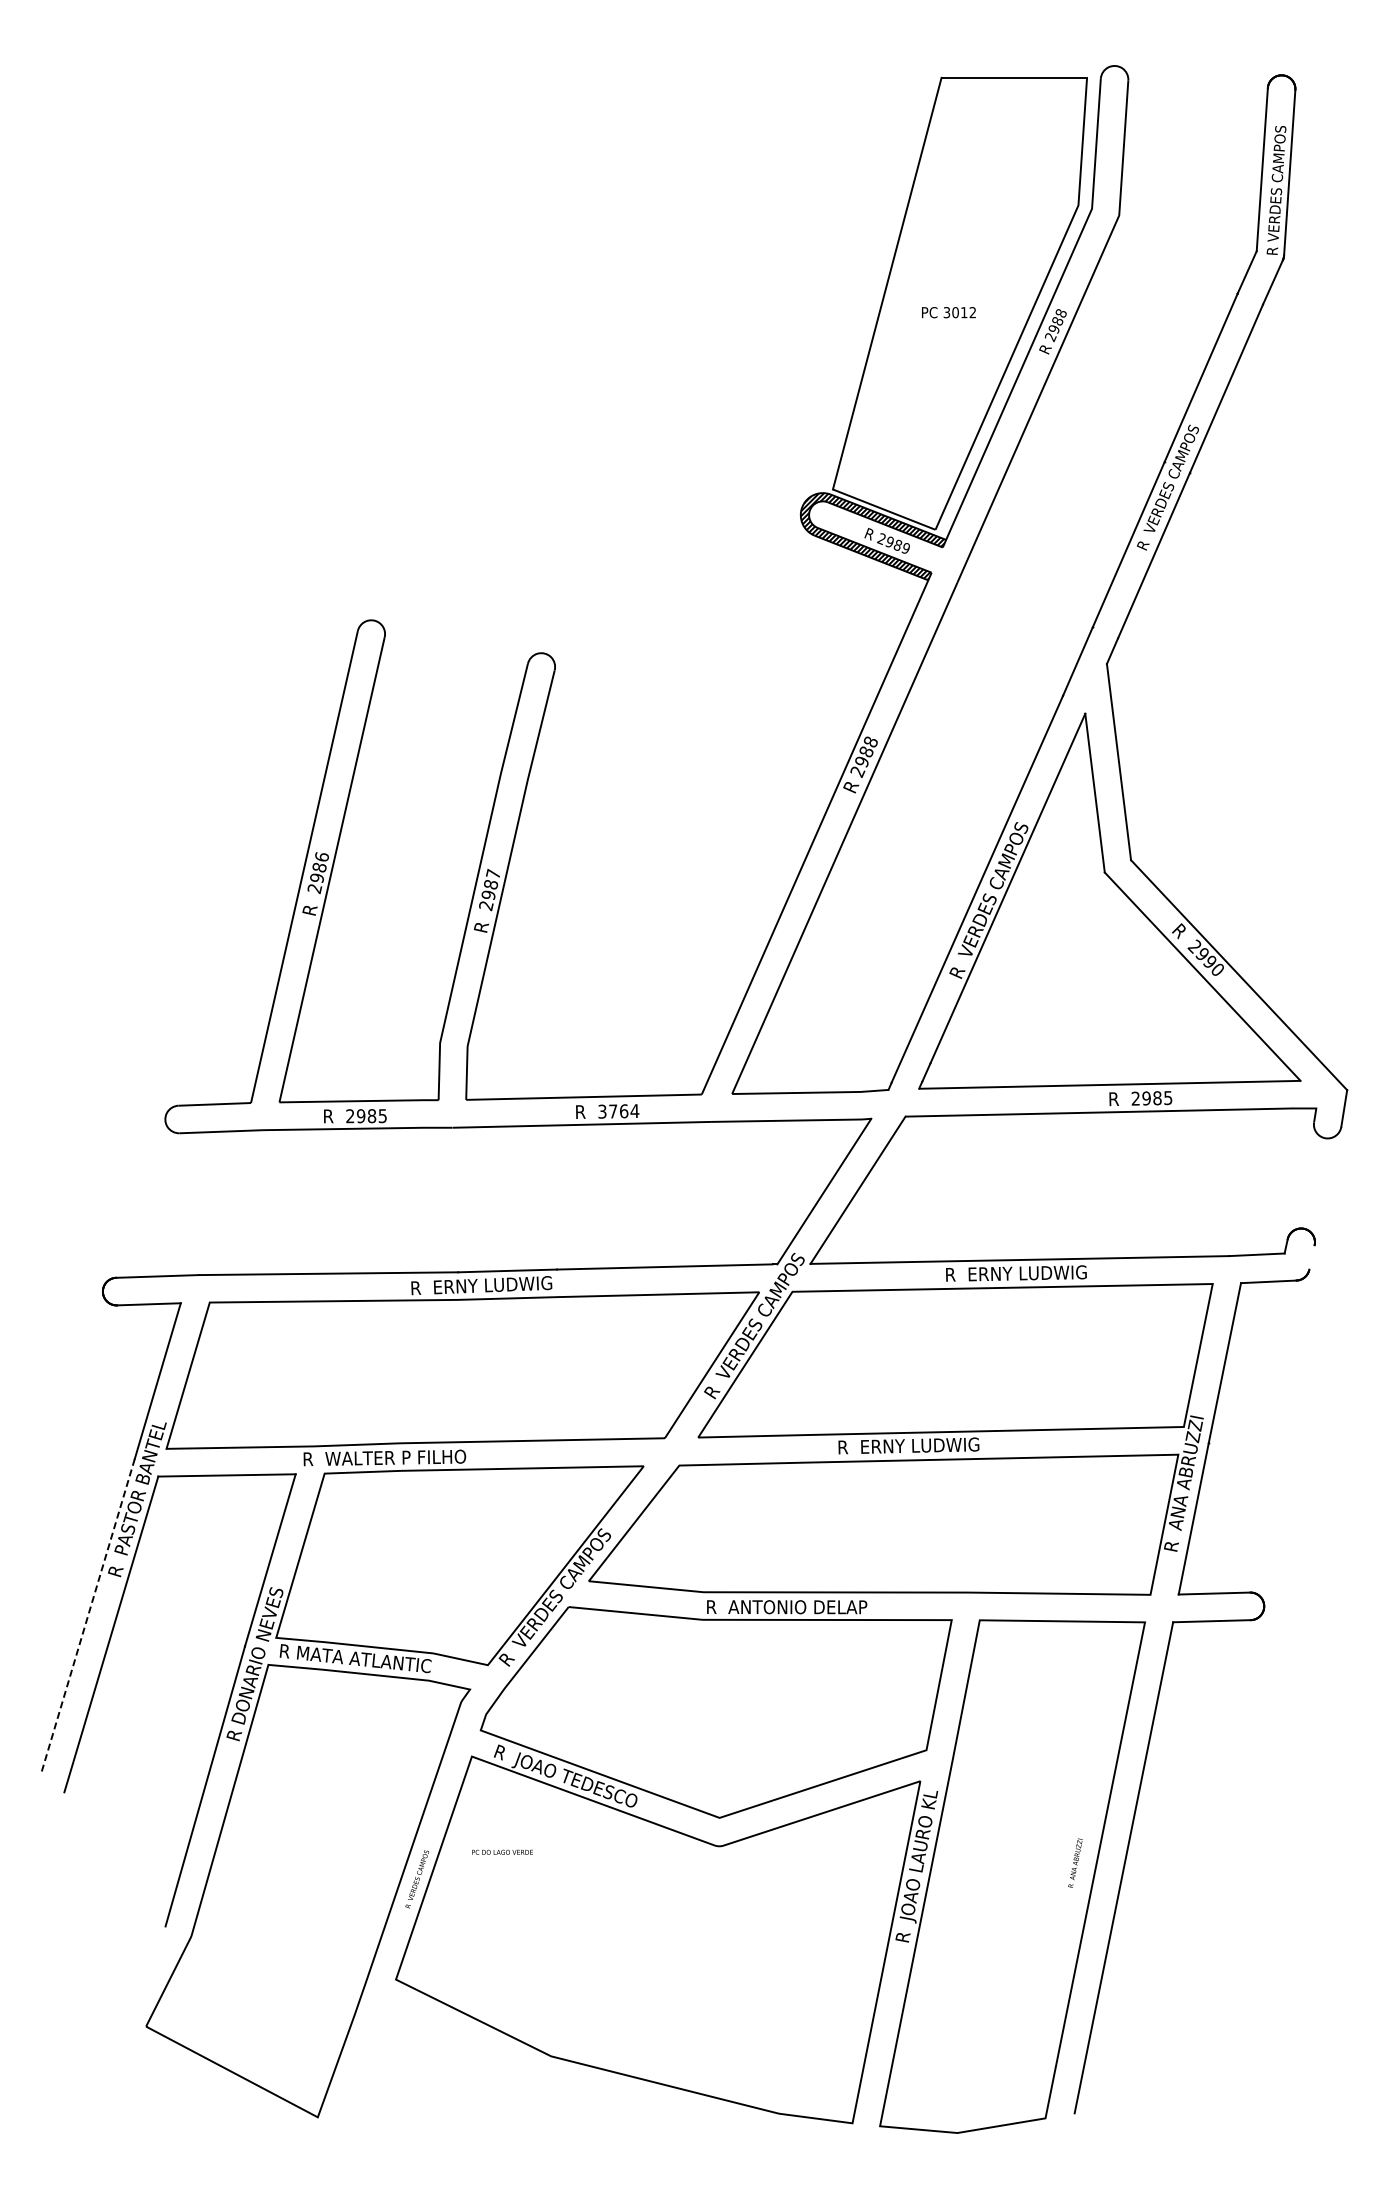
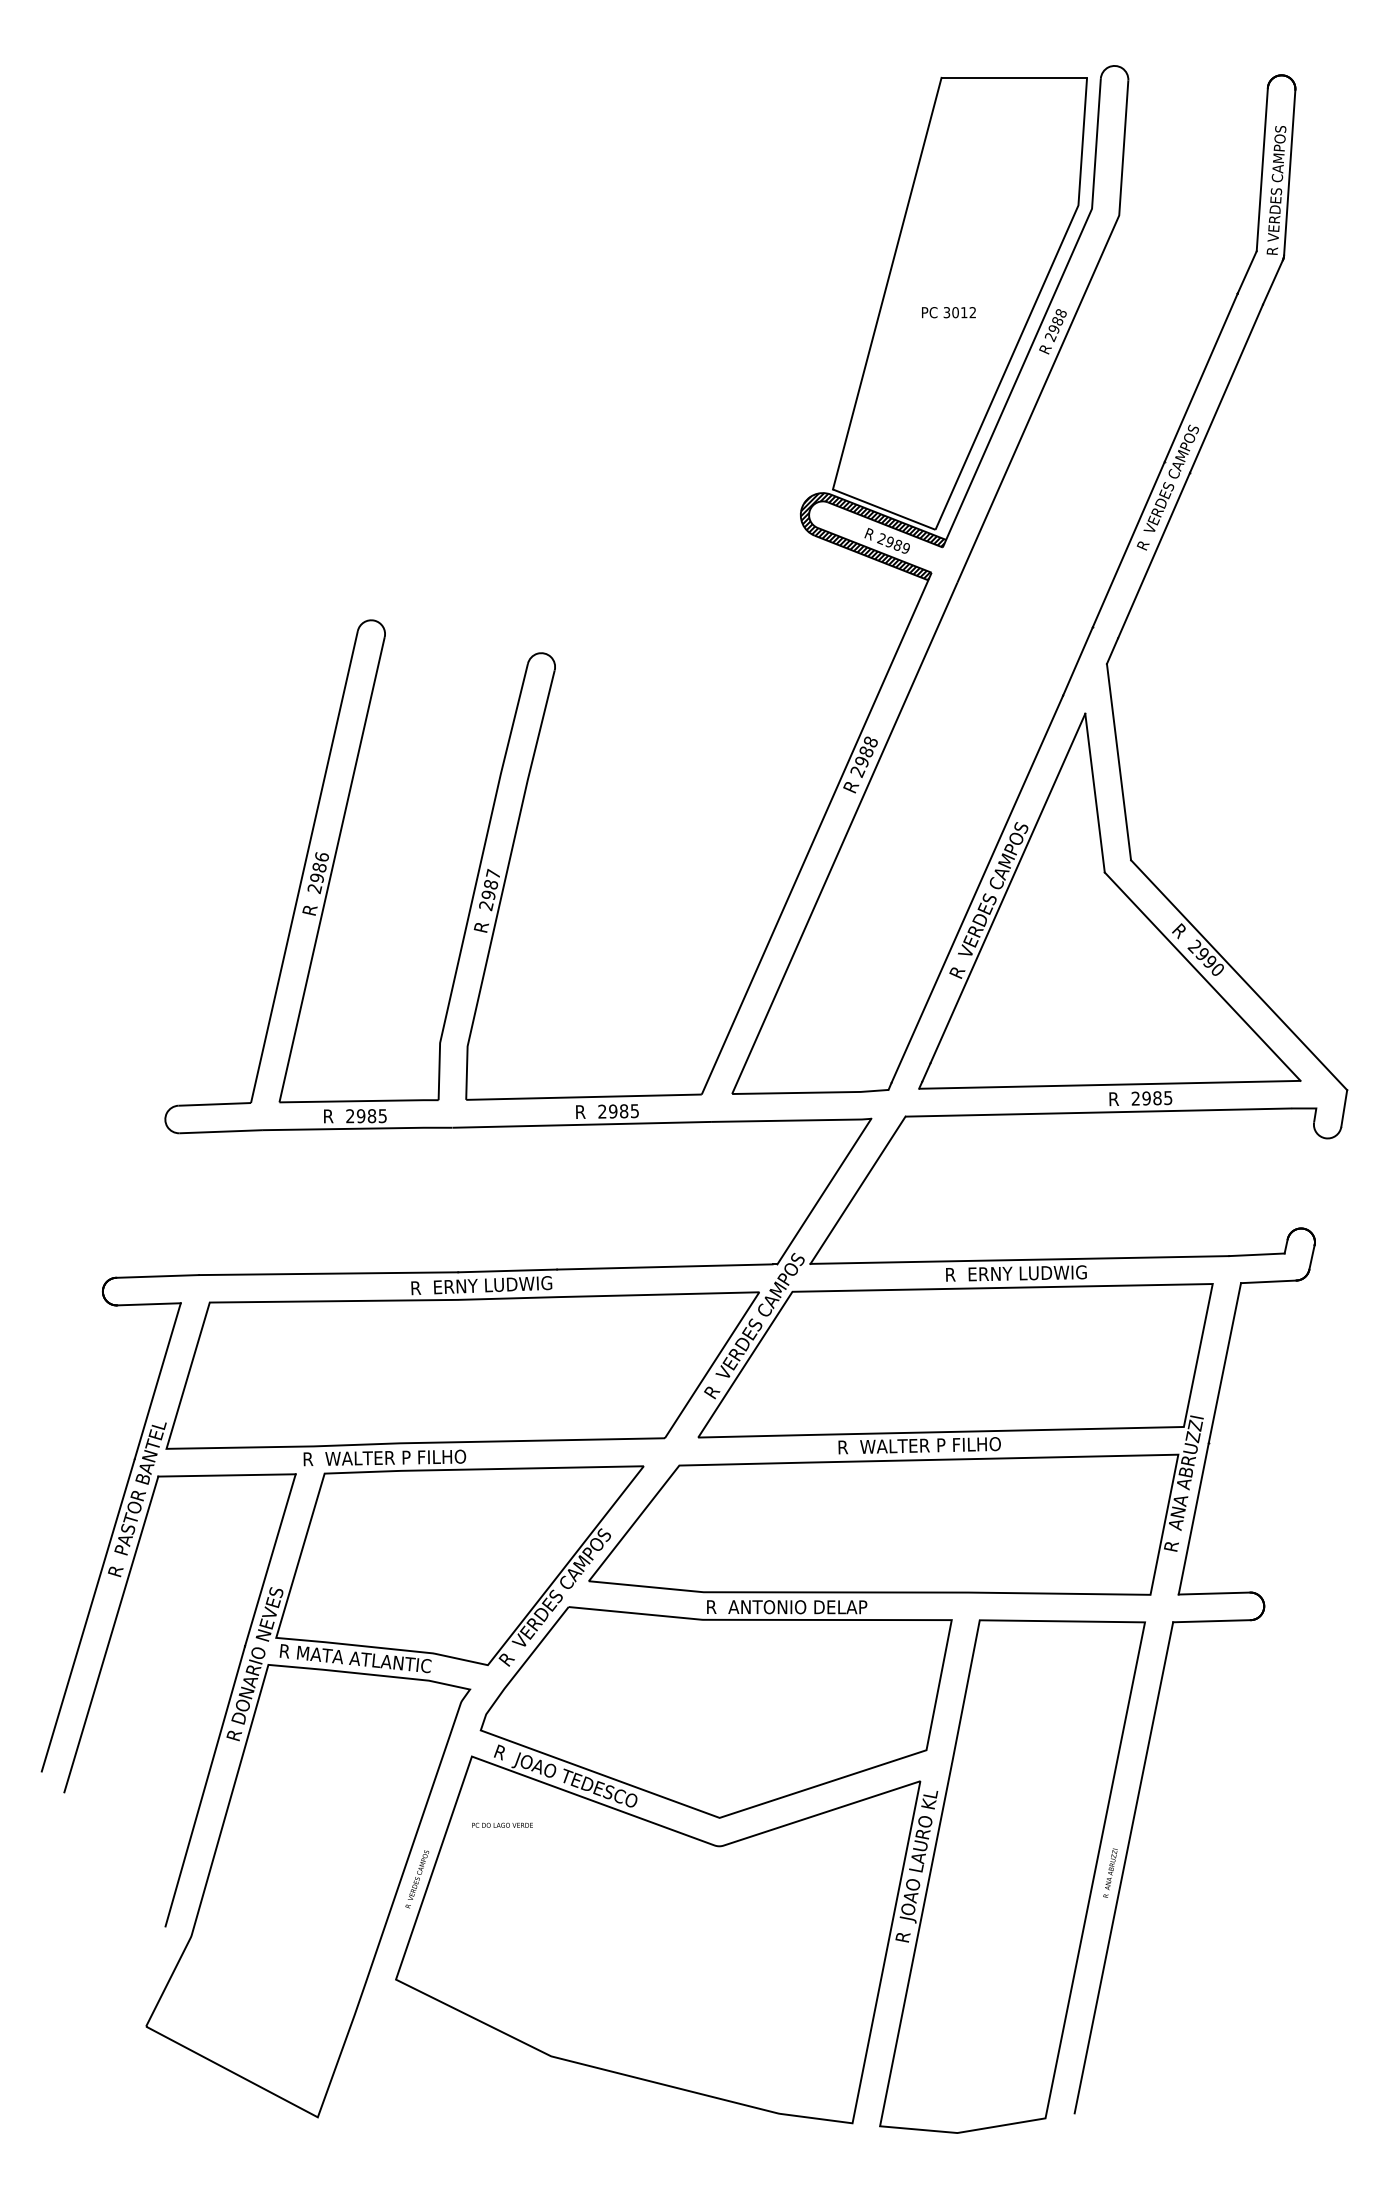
text at (618, 1111): 3764 -> 2985
line at (1311, 1257): none -> present
text at (930, 1445): R  ERNY LUDWIG -> R  WALTER P FILHO
line at (88, 1614): dashed -> solid
text at (502, 1851) position: (502, 1851) -> (502, 1824)
text at (1075, 1862) position: (1075, 1862) -> (1110, 1872)
